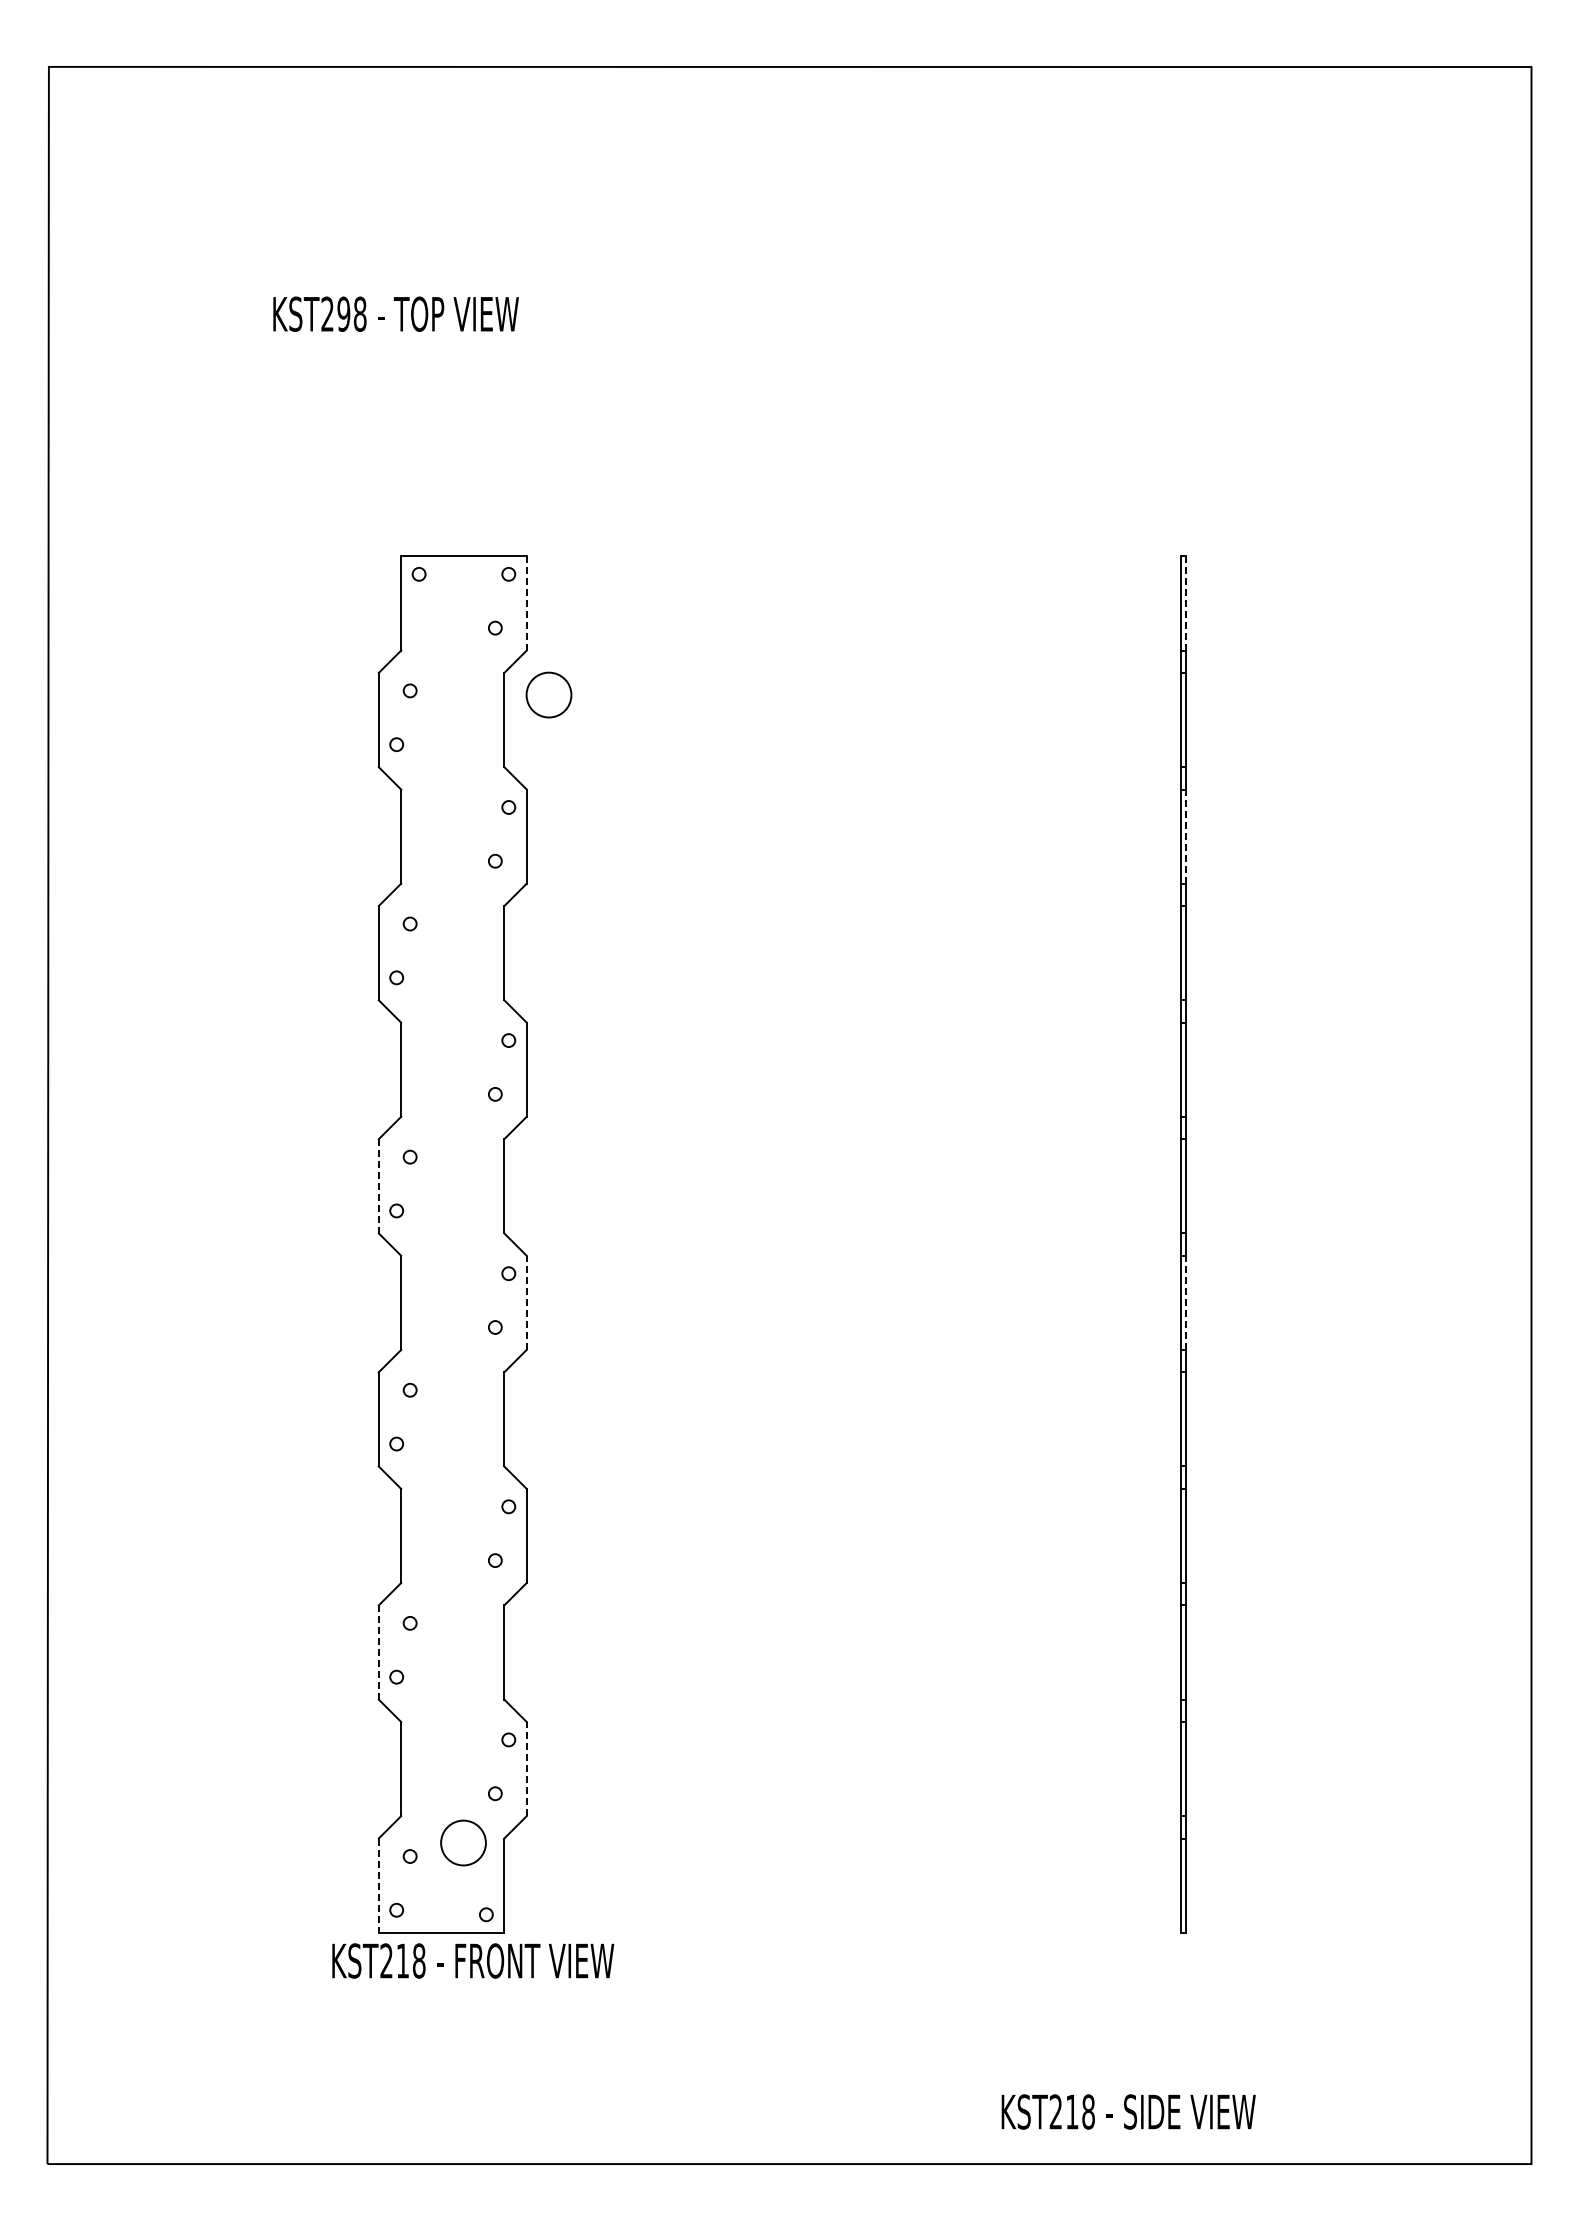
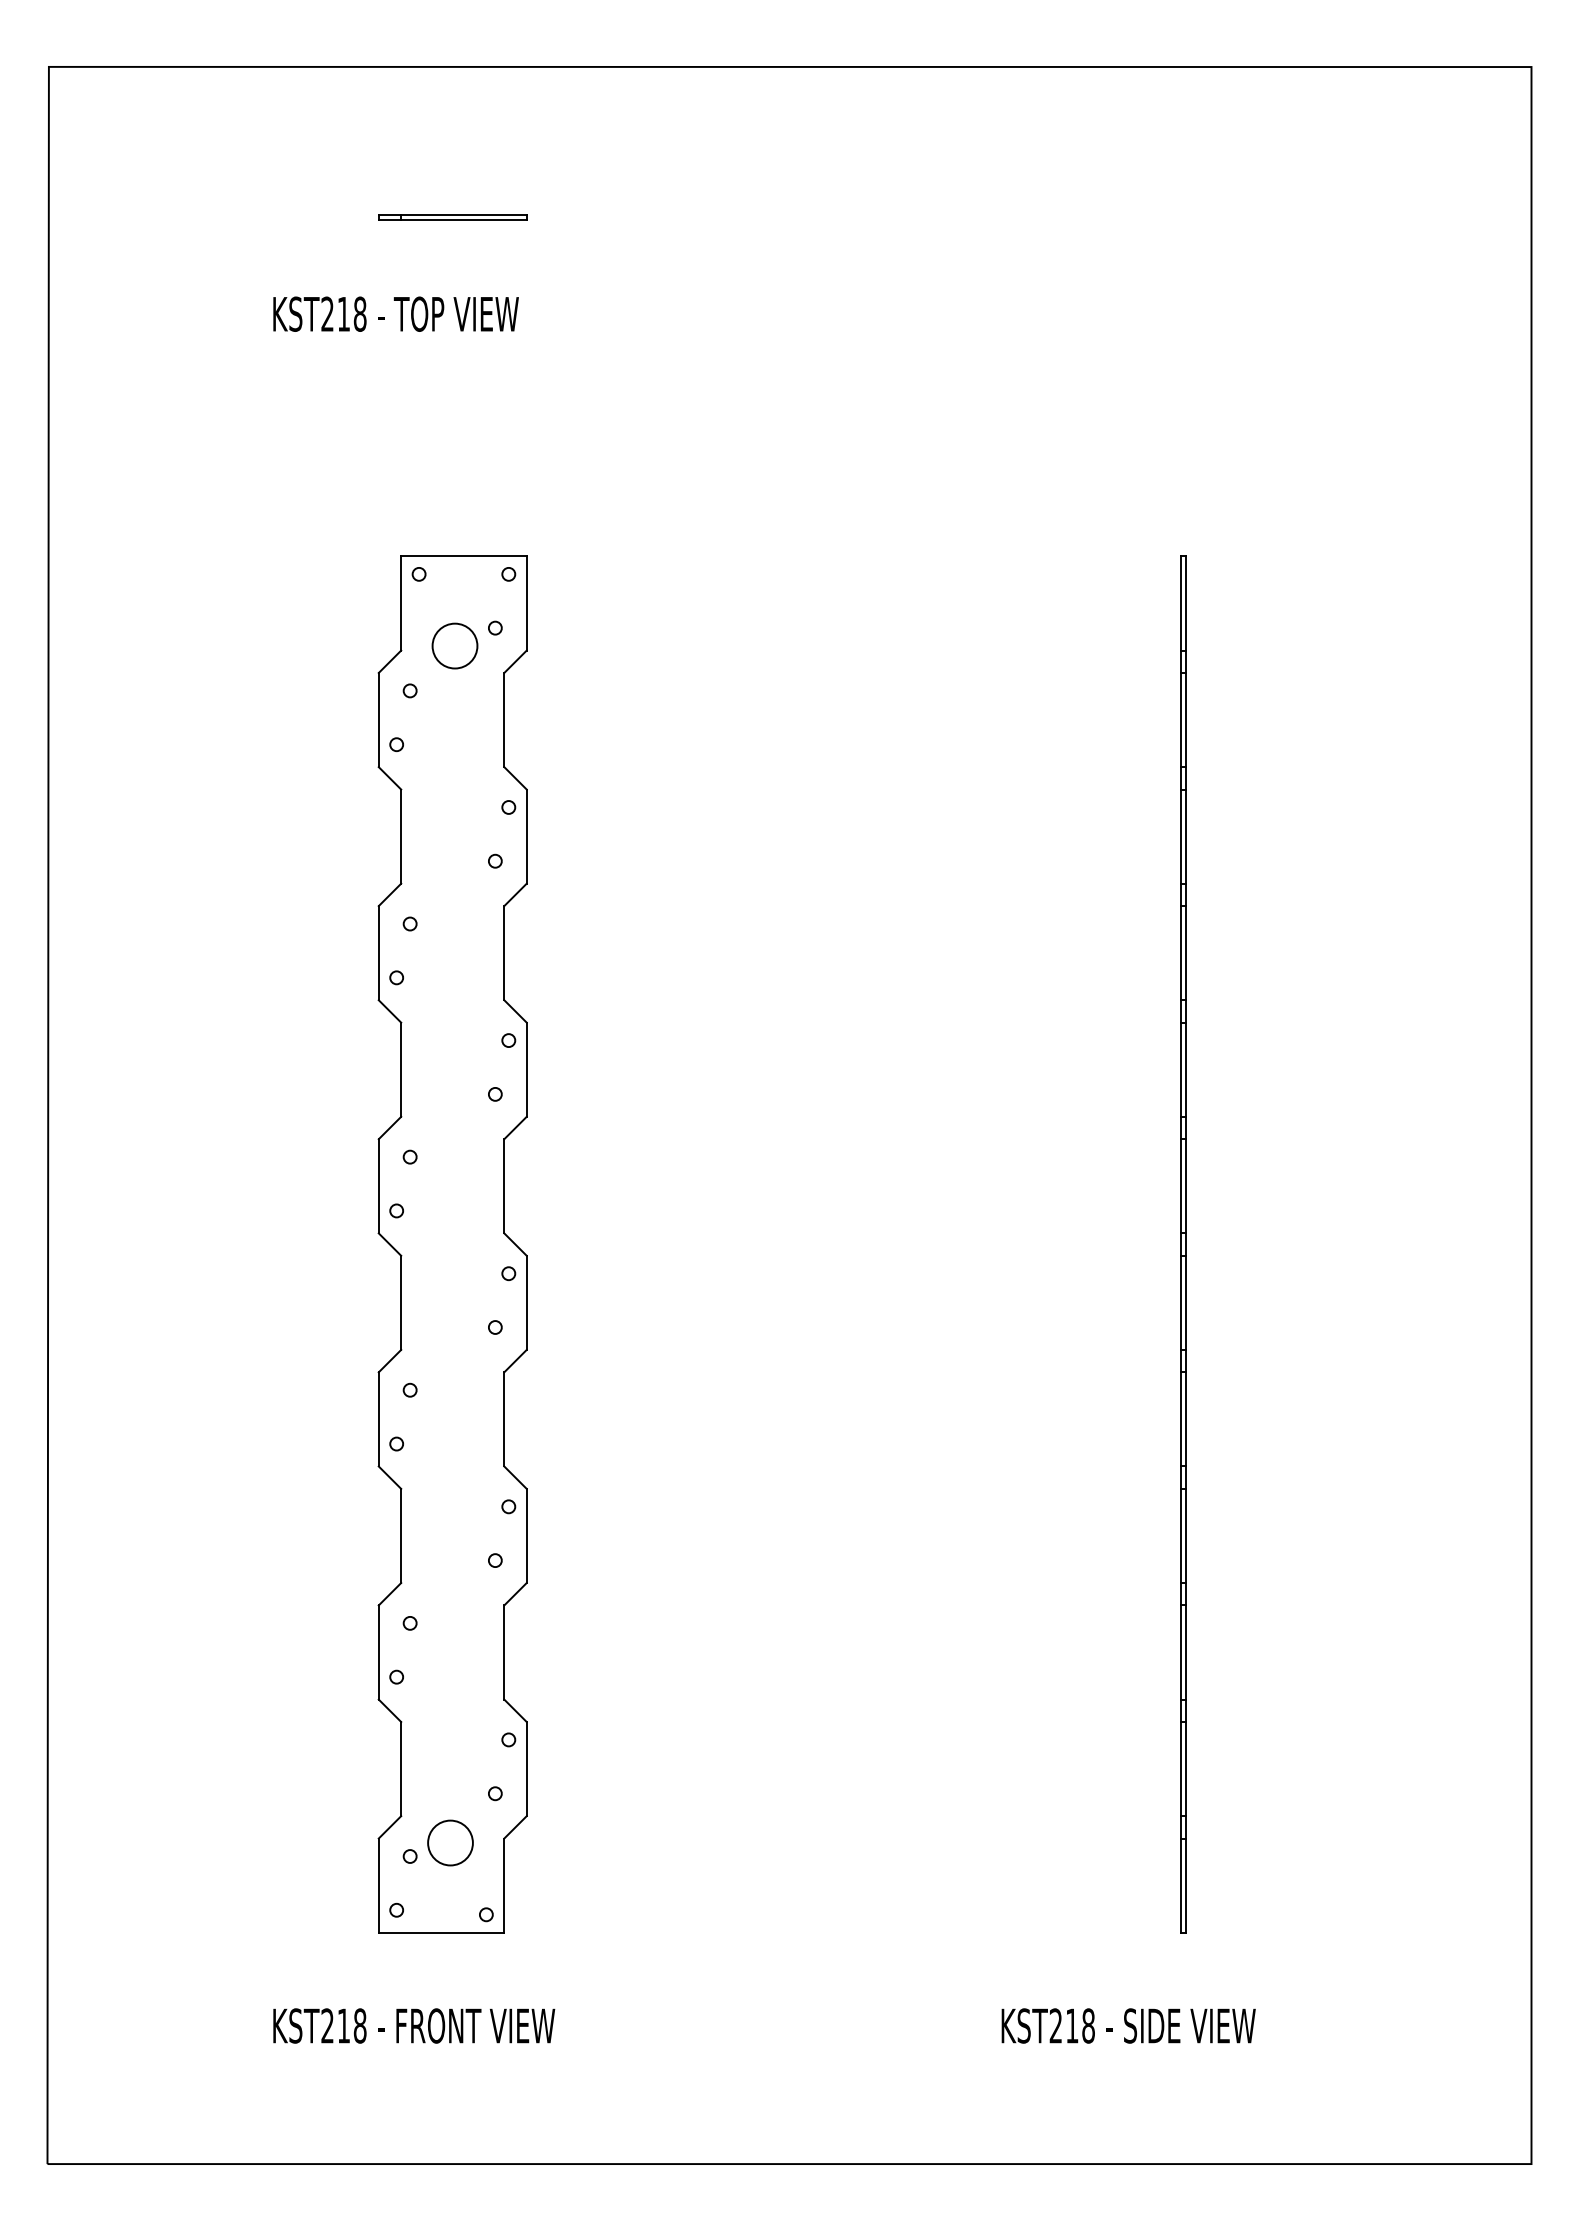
part at (452, 217): none -> present
text at (343, 313): KST298 -> KST218
line at (526, 603): dashed -> solid
line at (1185, 603): dashed -> solid
circle at (548, 694) position: (548, 694) -> (454, 645)
line at (1185, 836): dashed -> solid
line at (378, 1186): dashed -> solid
line at (526, 1302): dashed -> solid
line at (1185, 1302): dashed -> solid
line at (378, 1653): dashed -> solid
line at (526, 1768): dashed -> solid
circle at (463, 1842) position: (463, 1842) -> (450, 1842)
line at (378, 1886): dashed -> solid
text at (473, 1960) position: (473, 1960) -> (414, 2025)
text at (1128, 2111) position: (1128, 2111) -> (1128, 2025)
